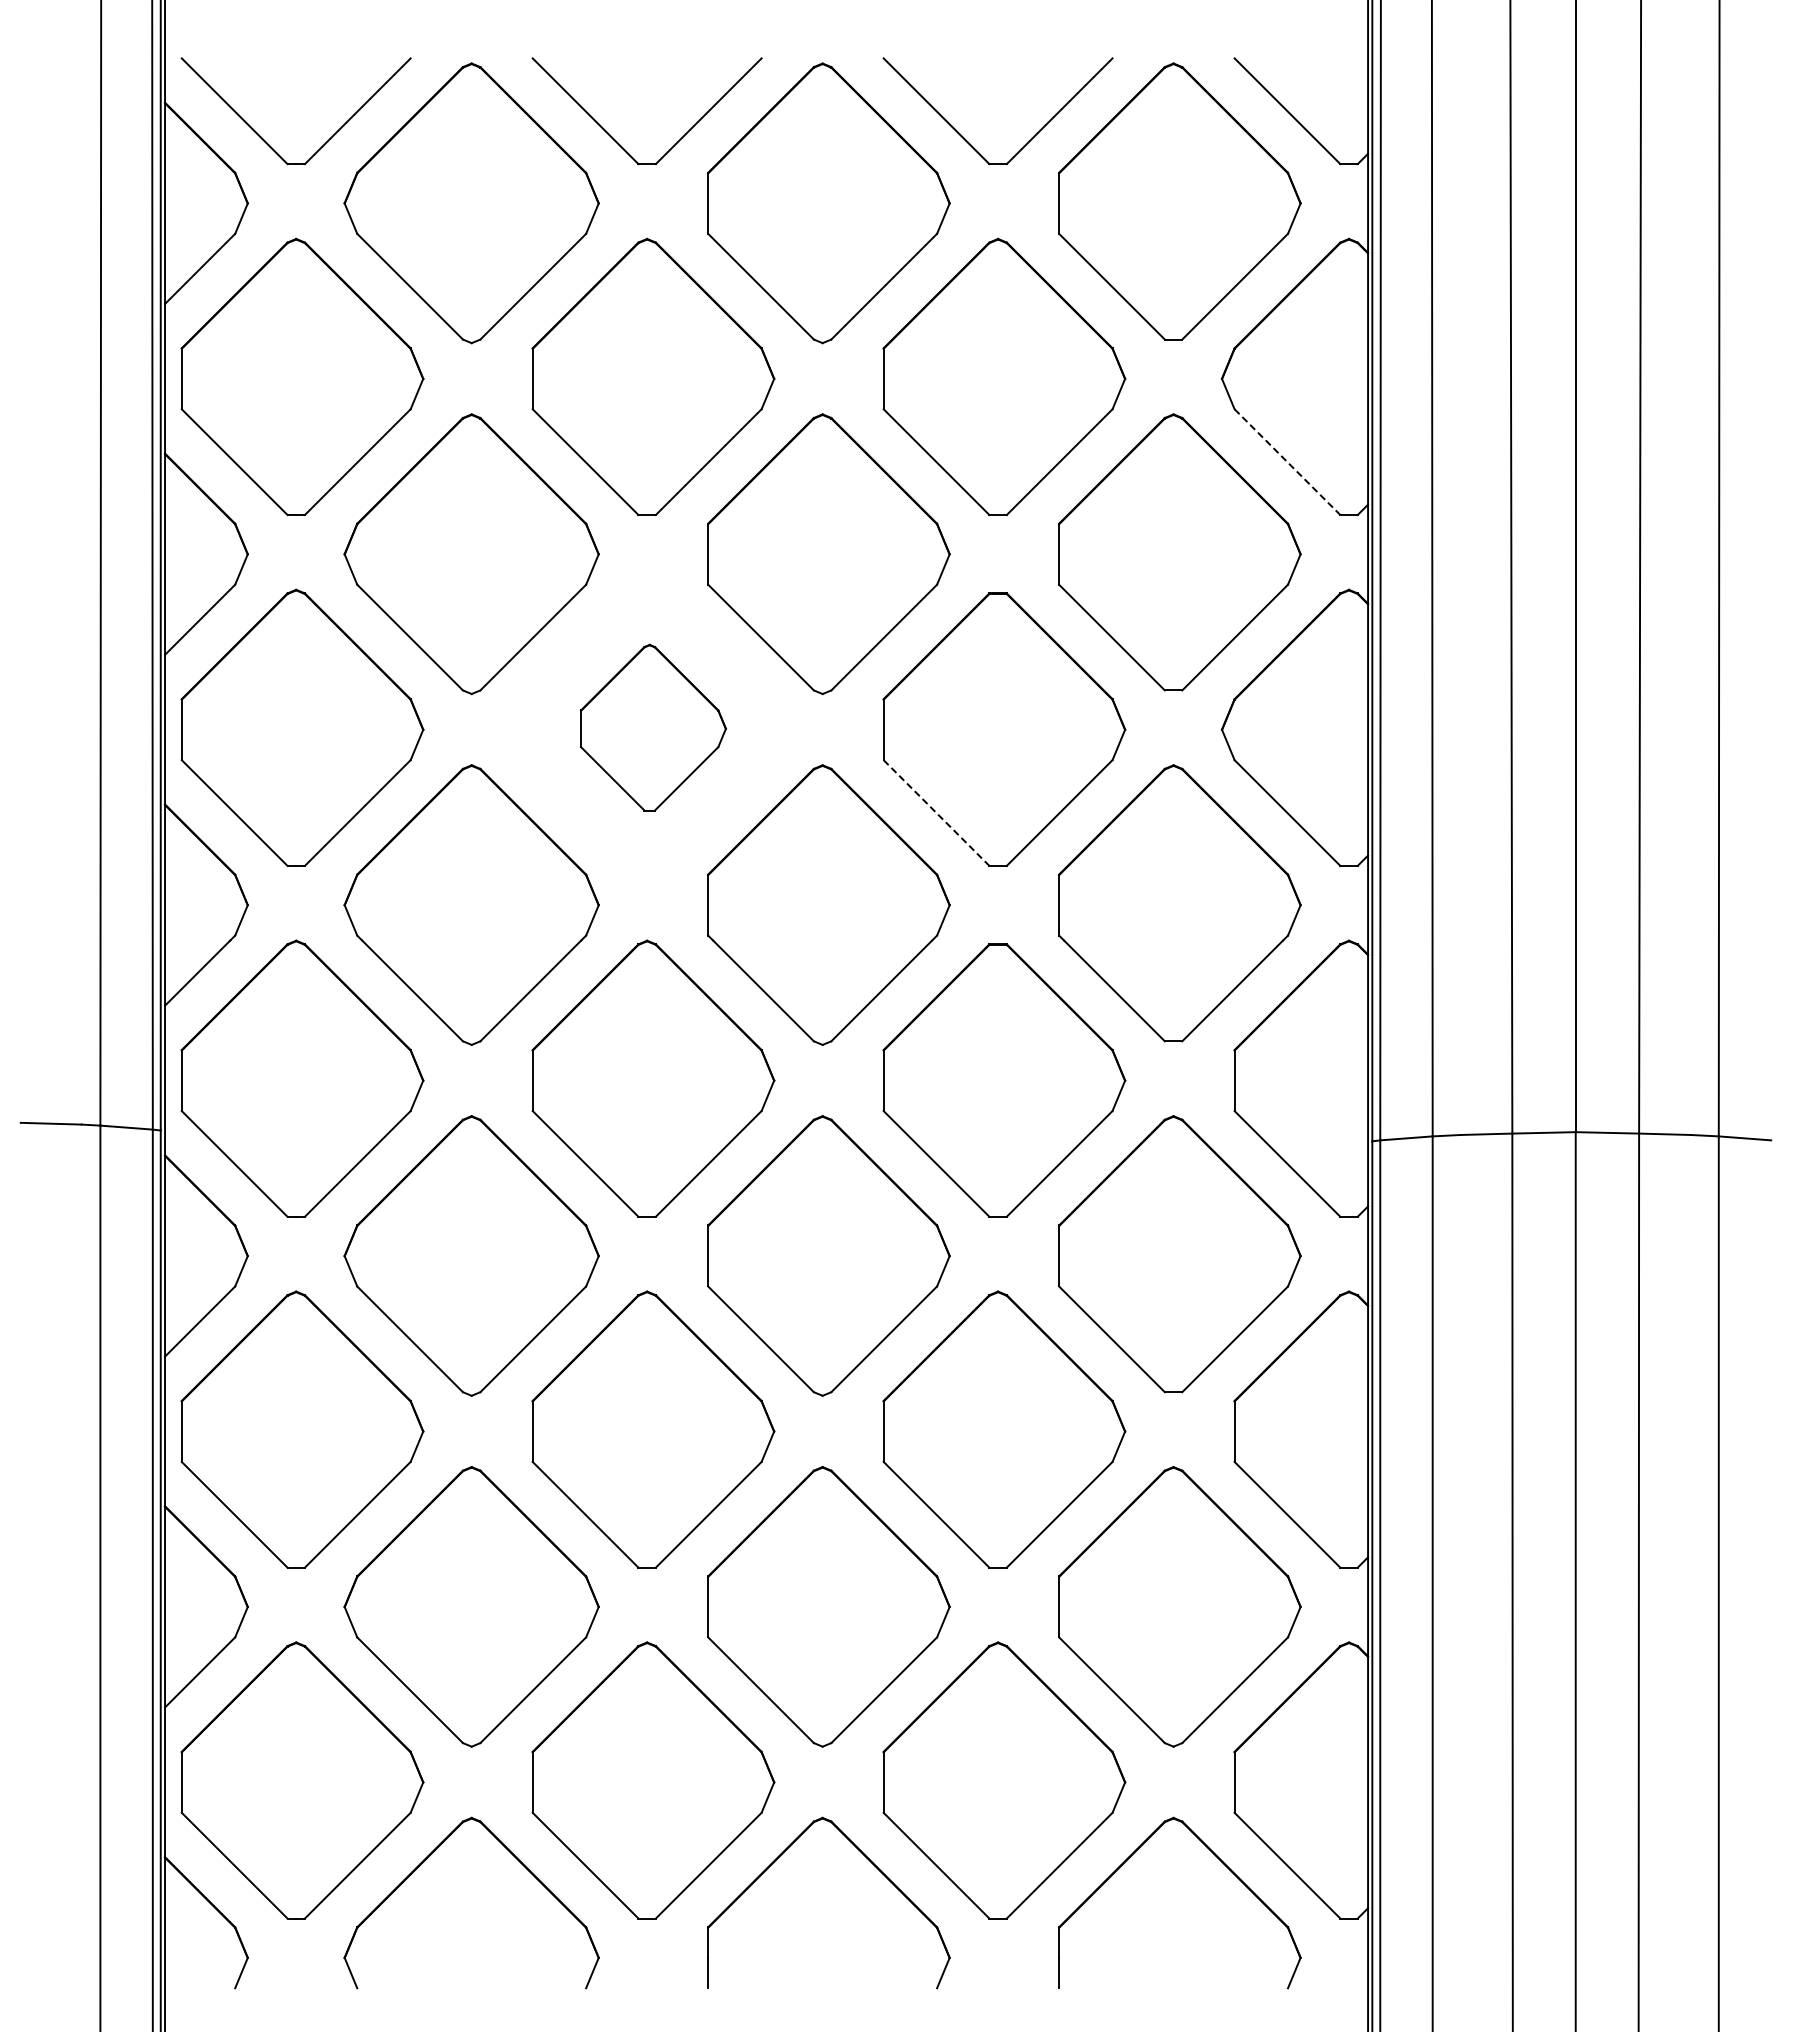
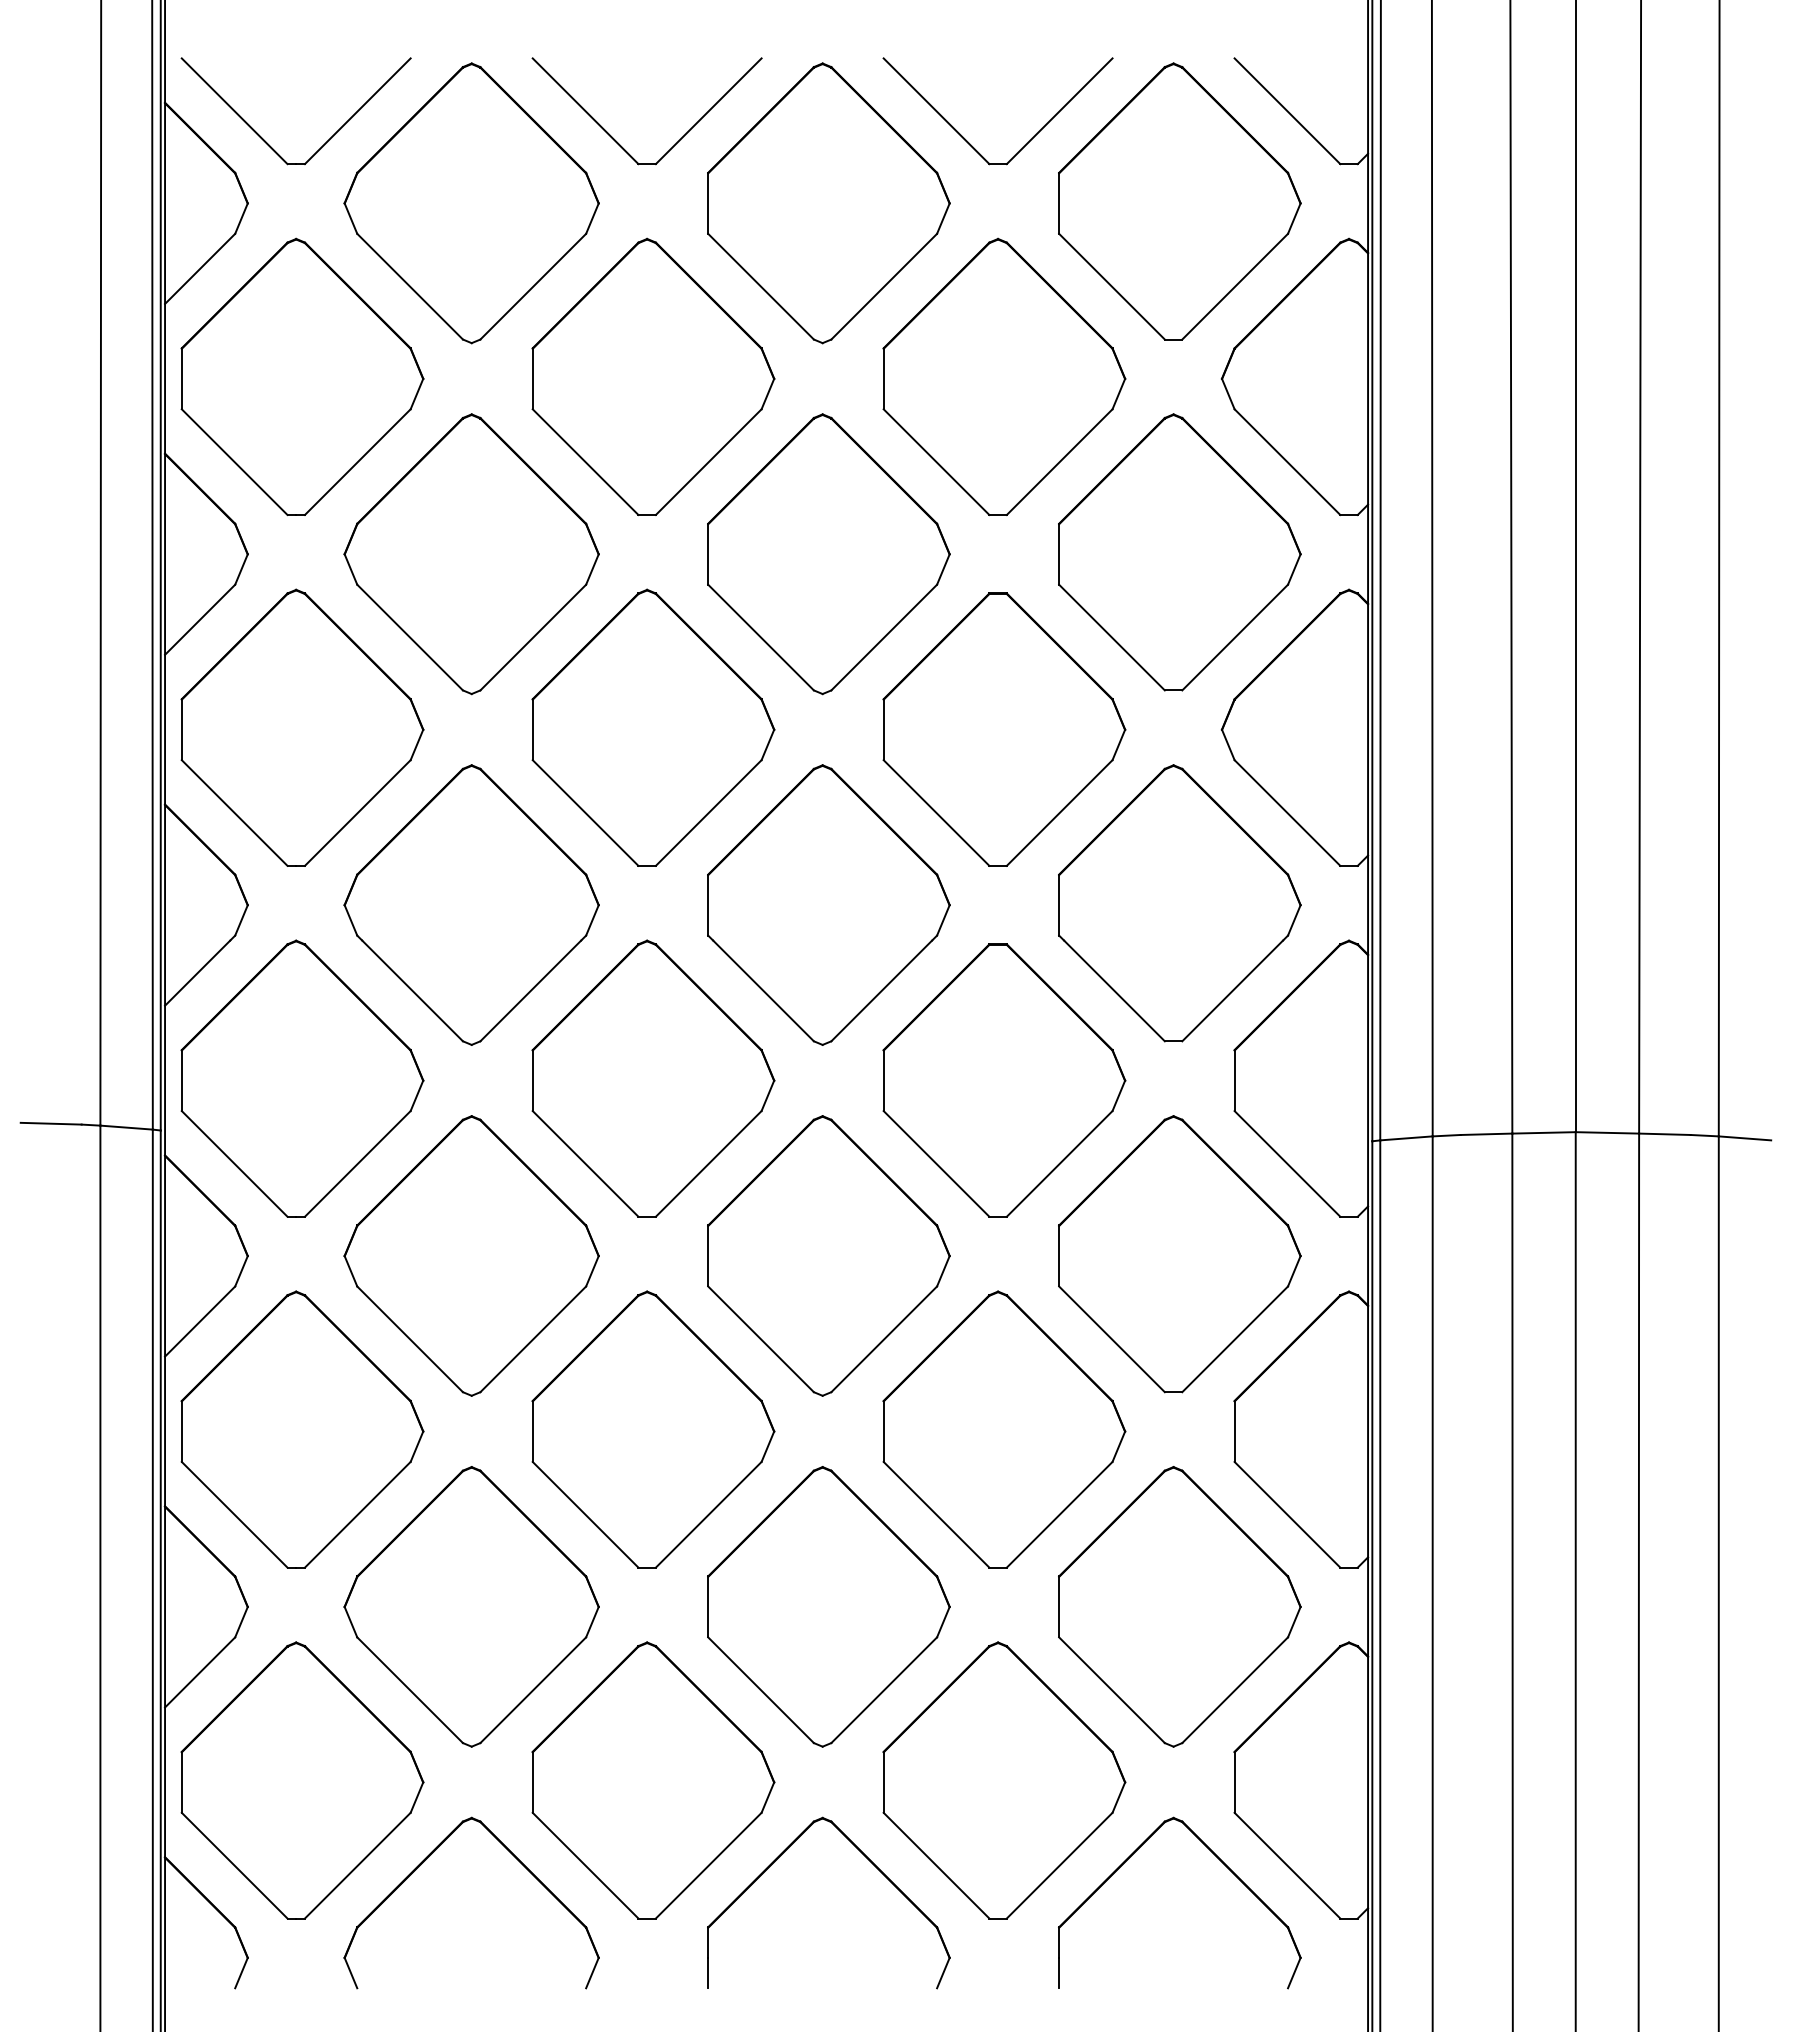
line at (1287, 462): dashed -> solid
part at (652, 727) size: 148x169 px -> 245x279 px
line at (936, 813): dashed -> solid
